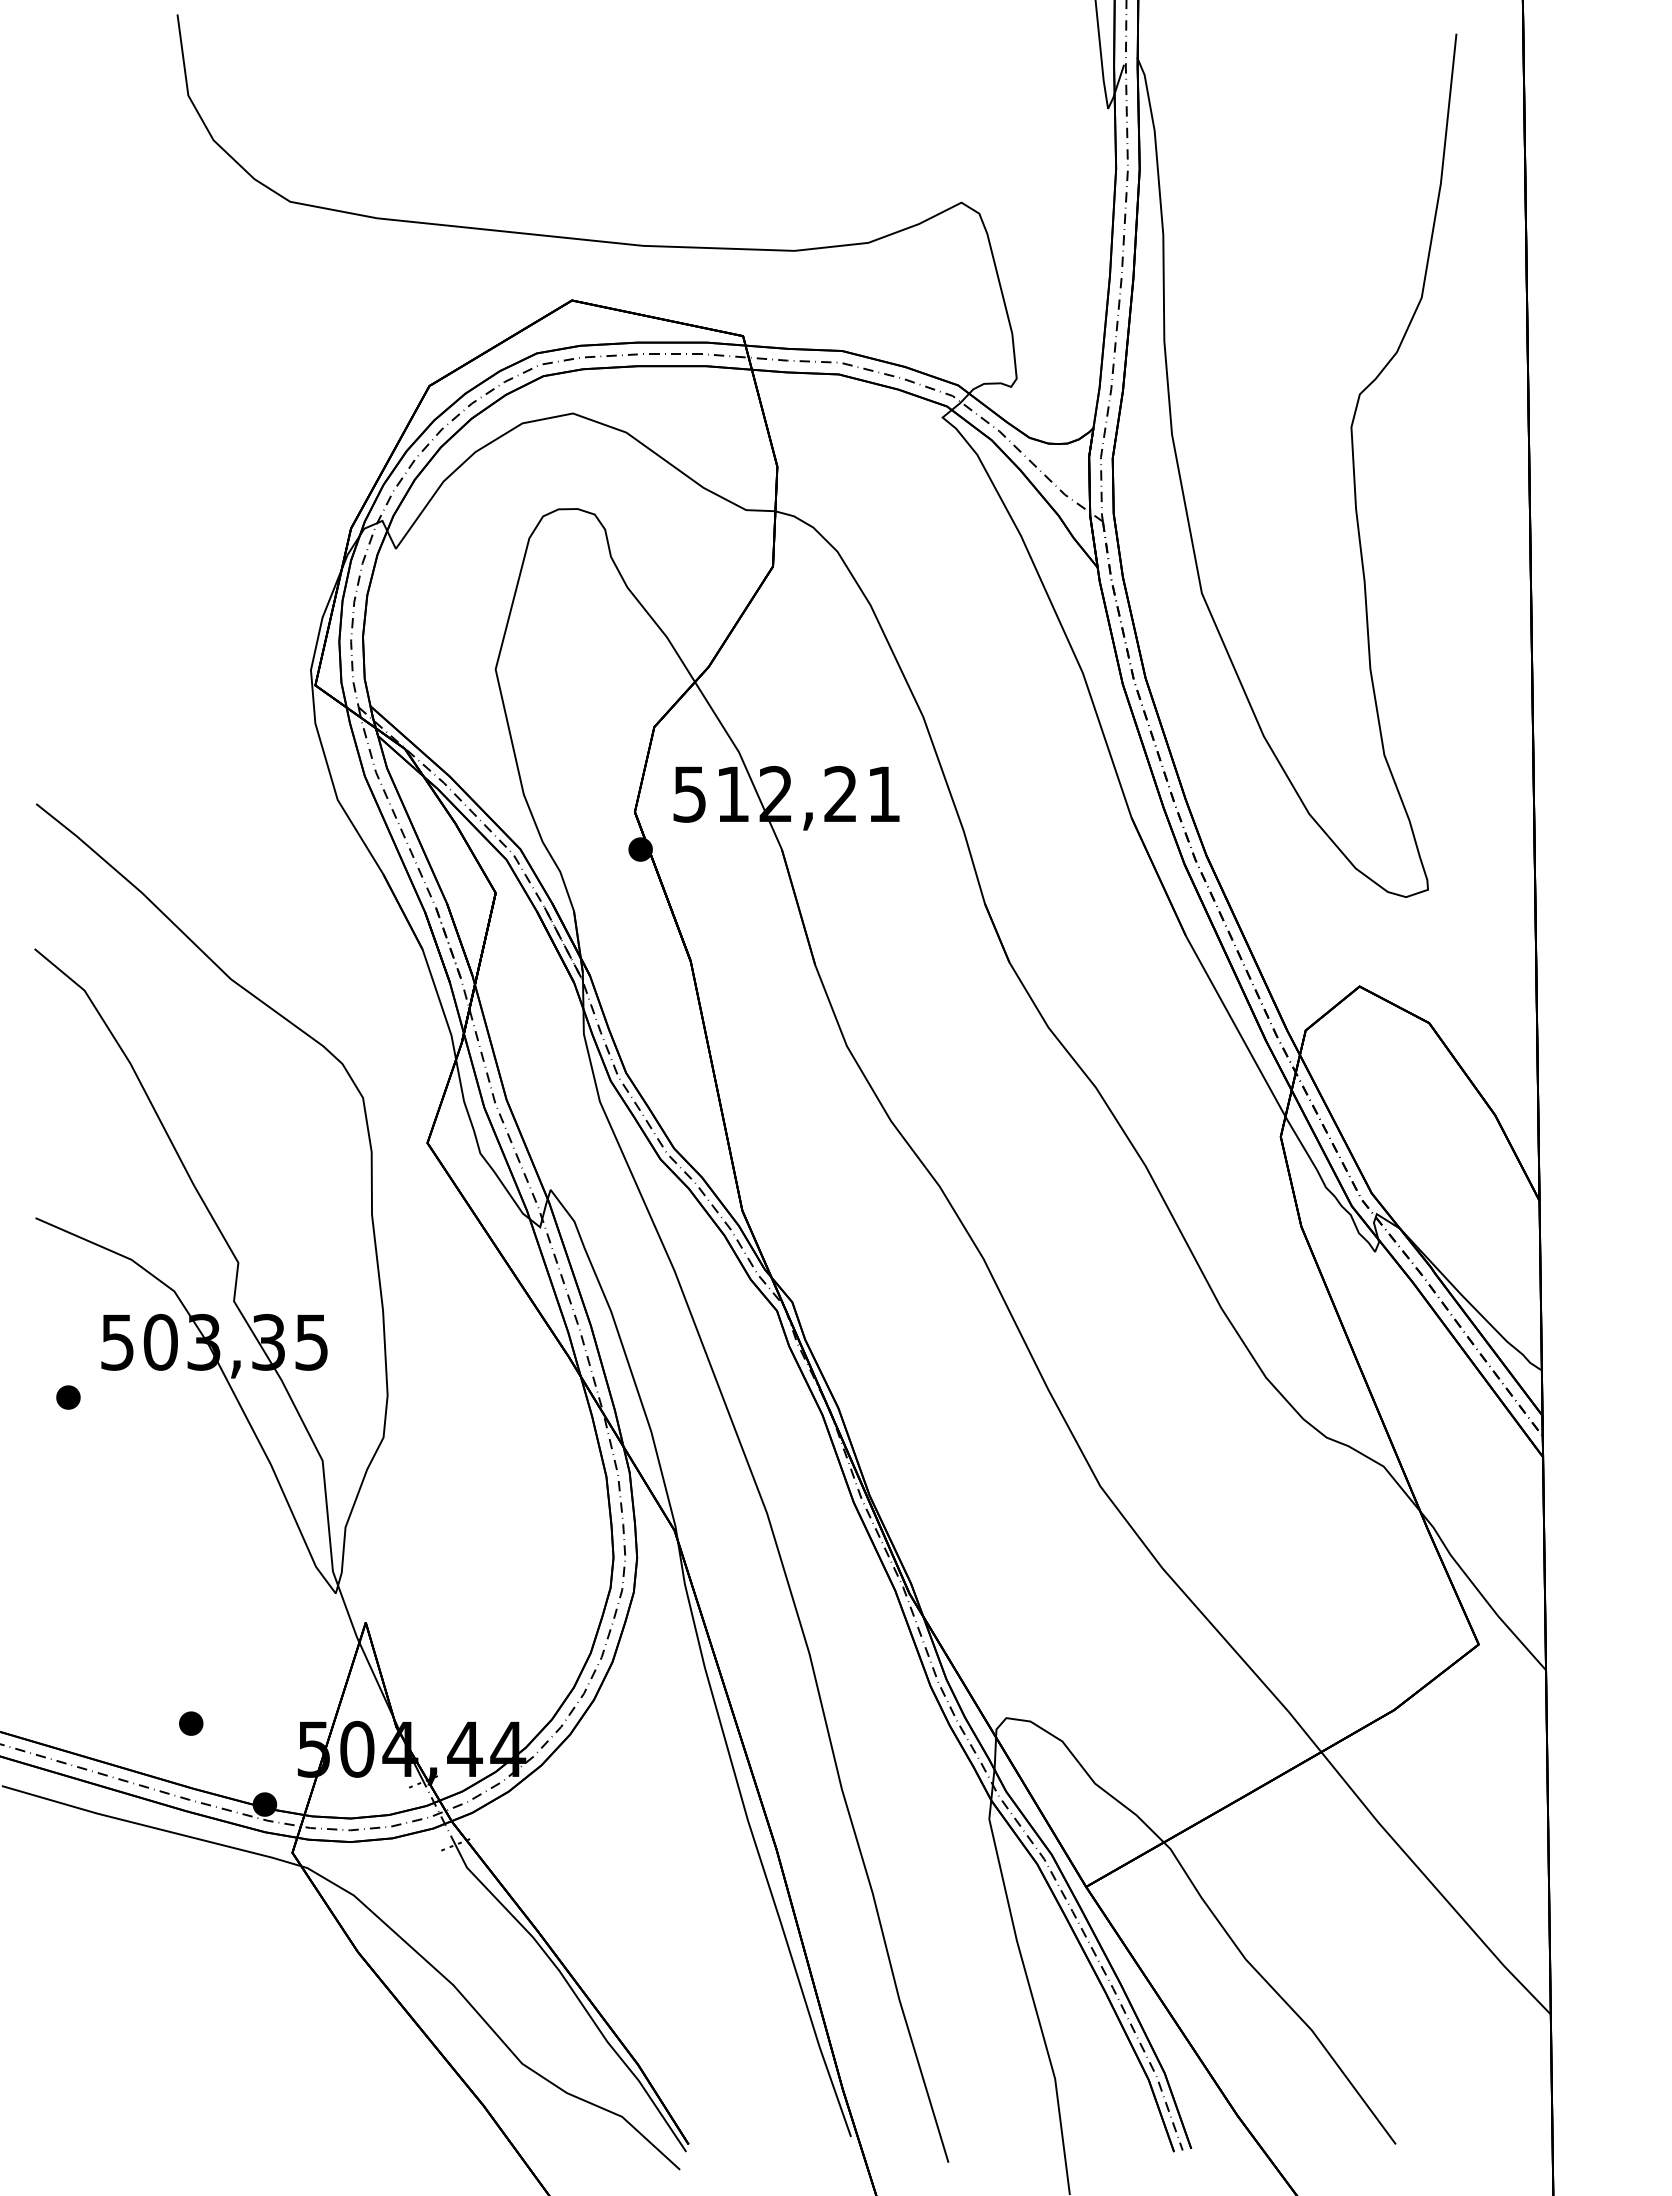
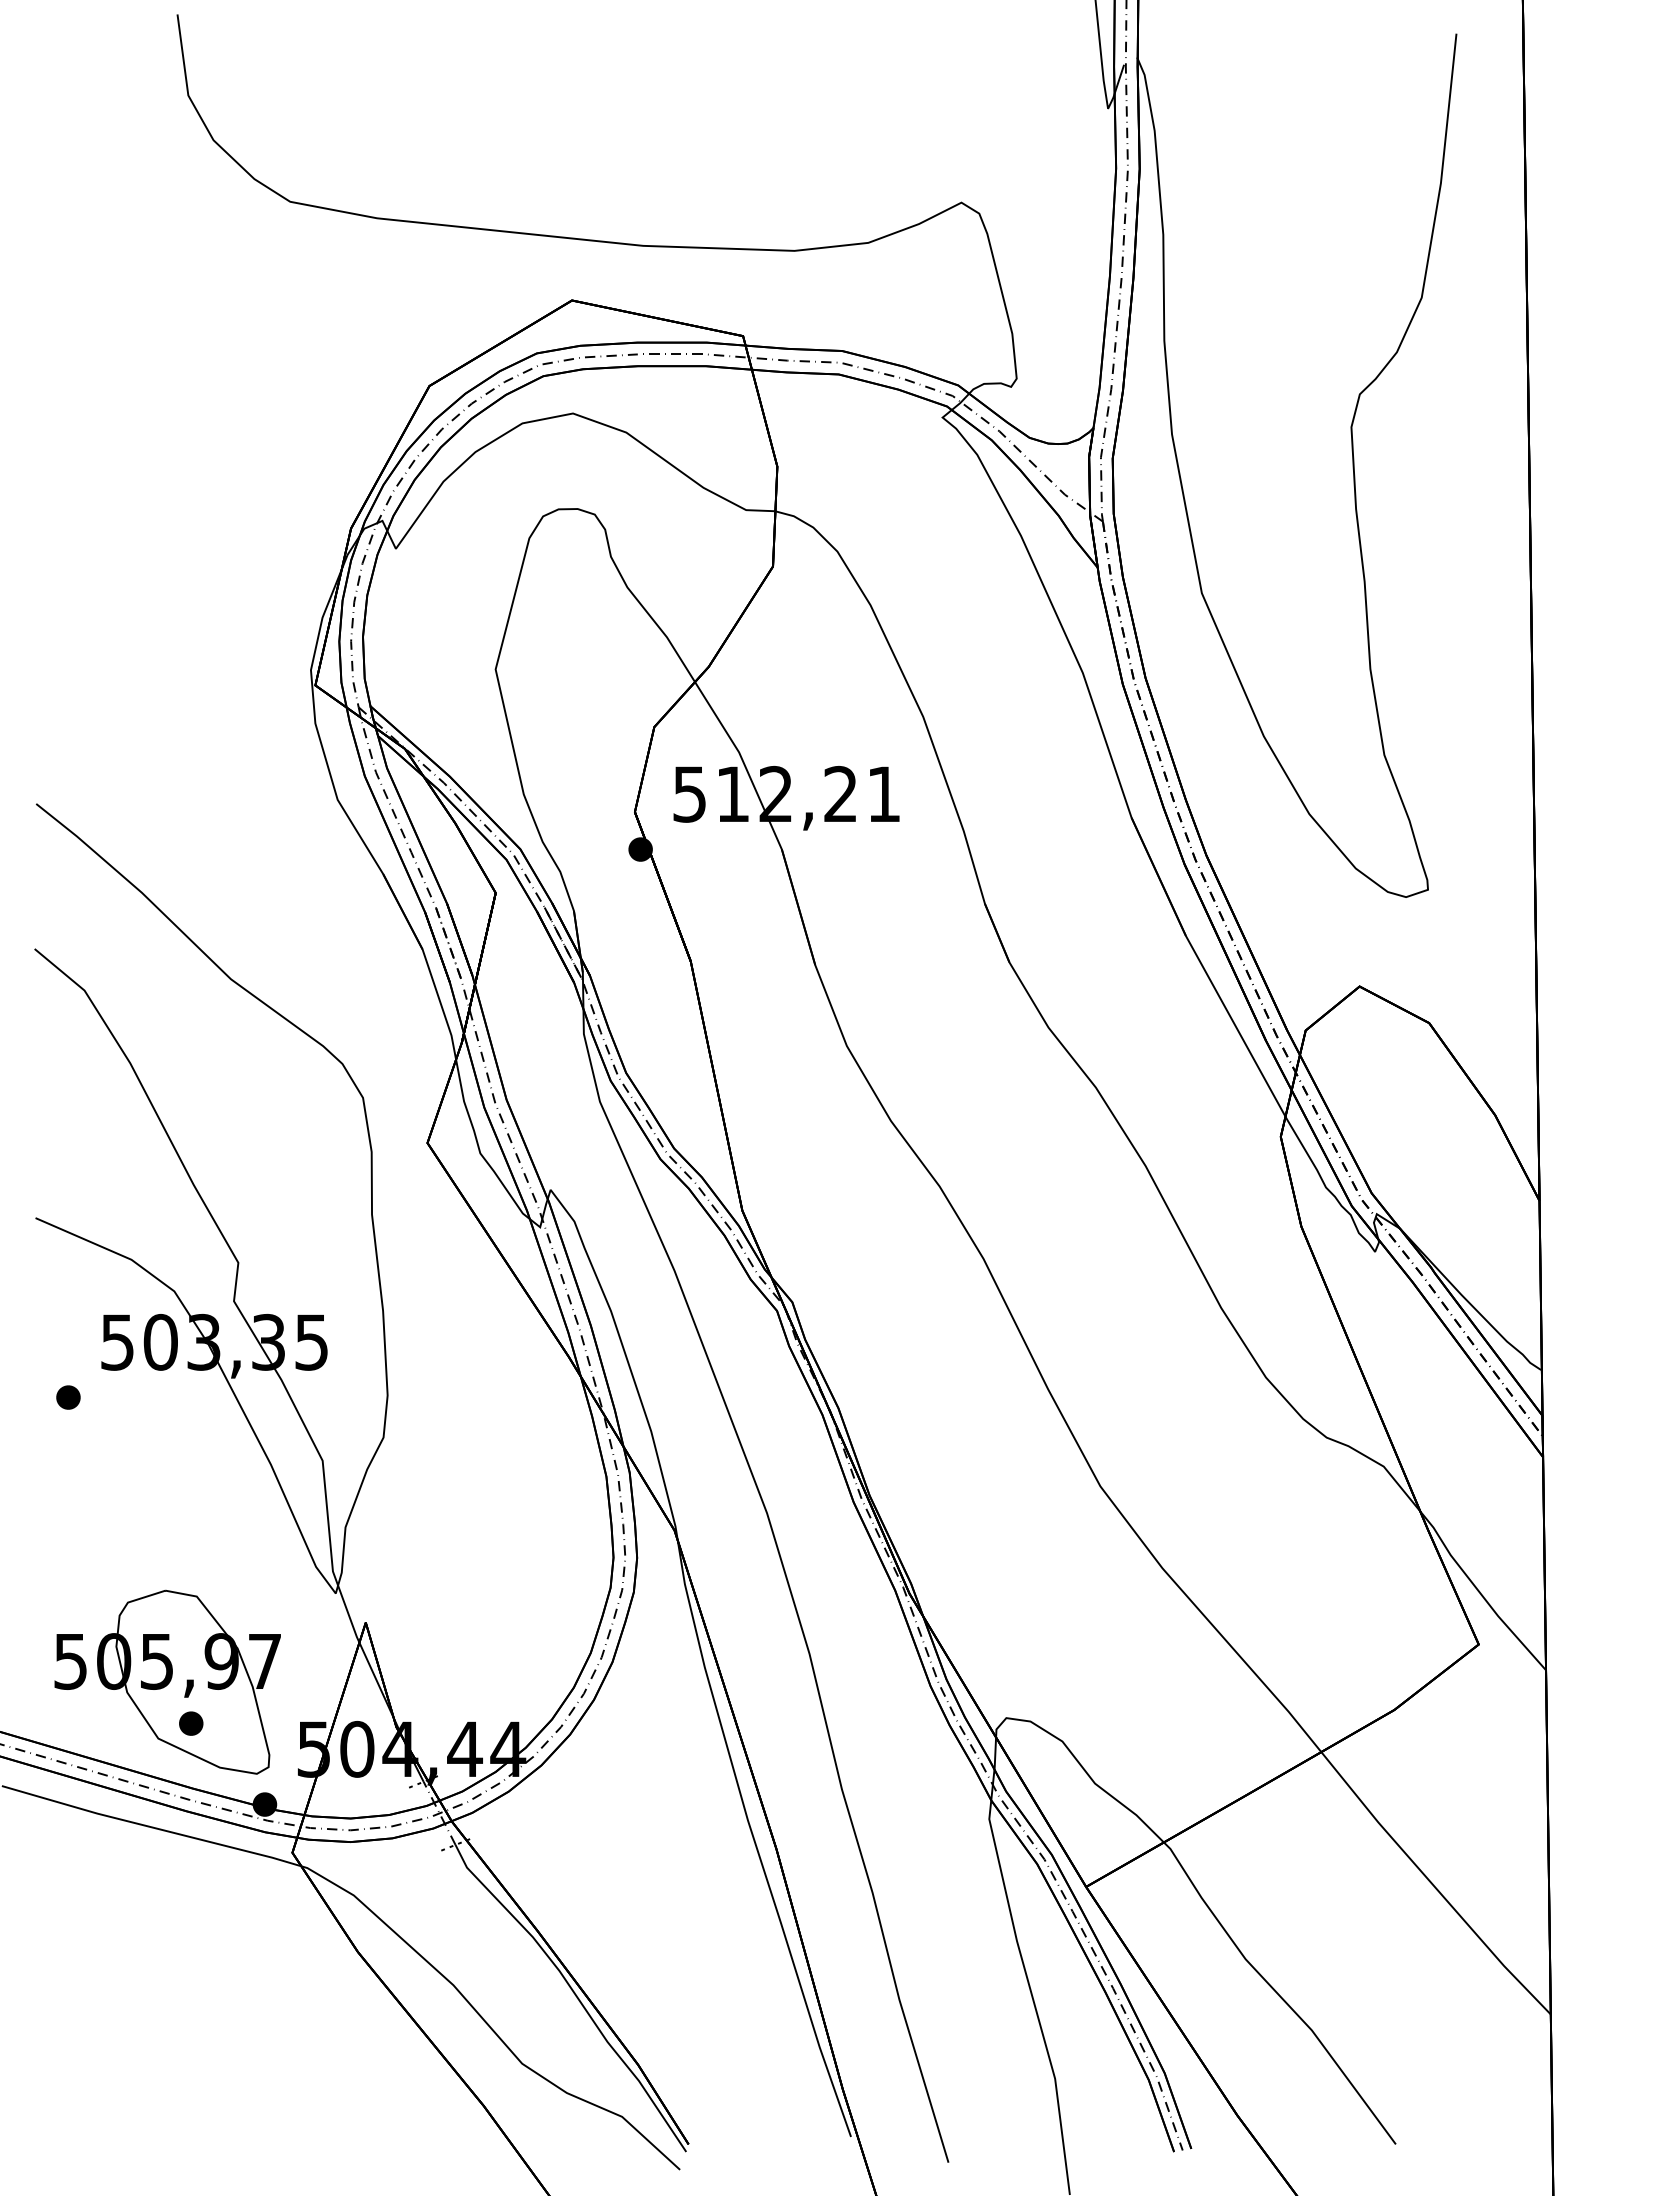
part at (167, 1681): none -> present
